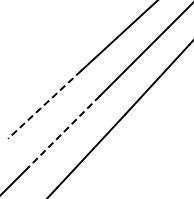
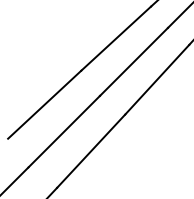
line at (44, 105): dashed -> solid
line at (64, 131): dashed -> solid
